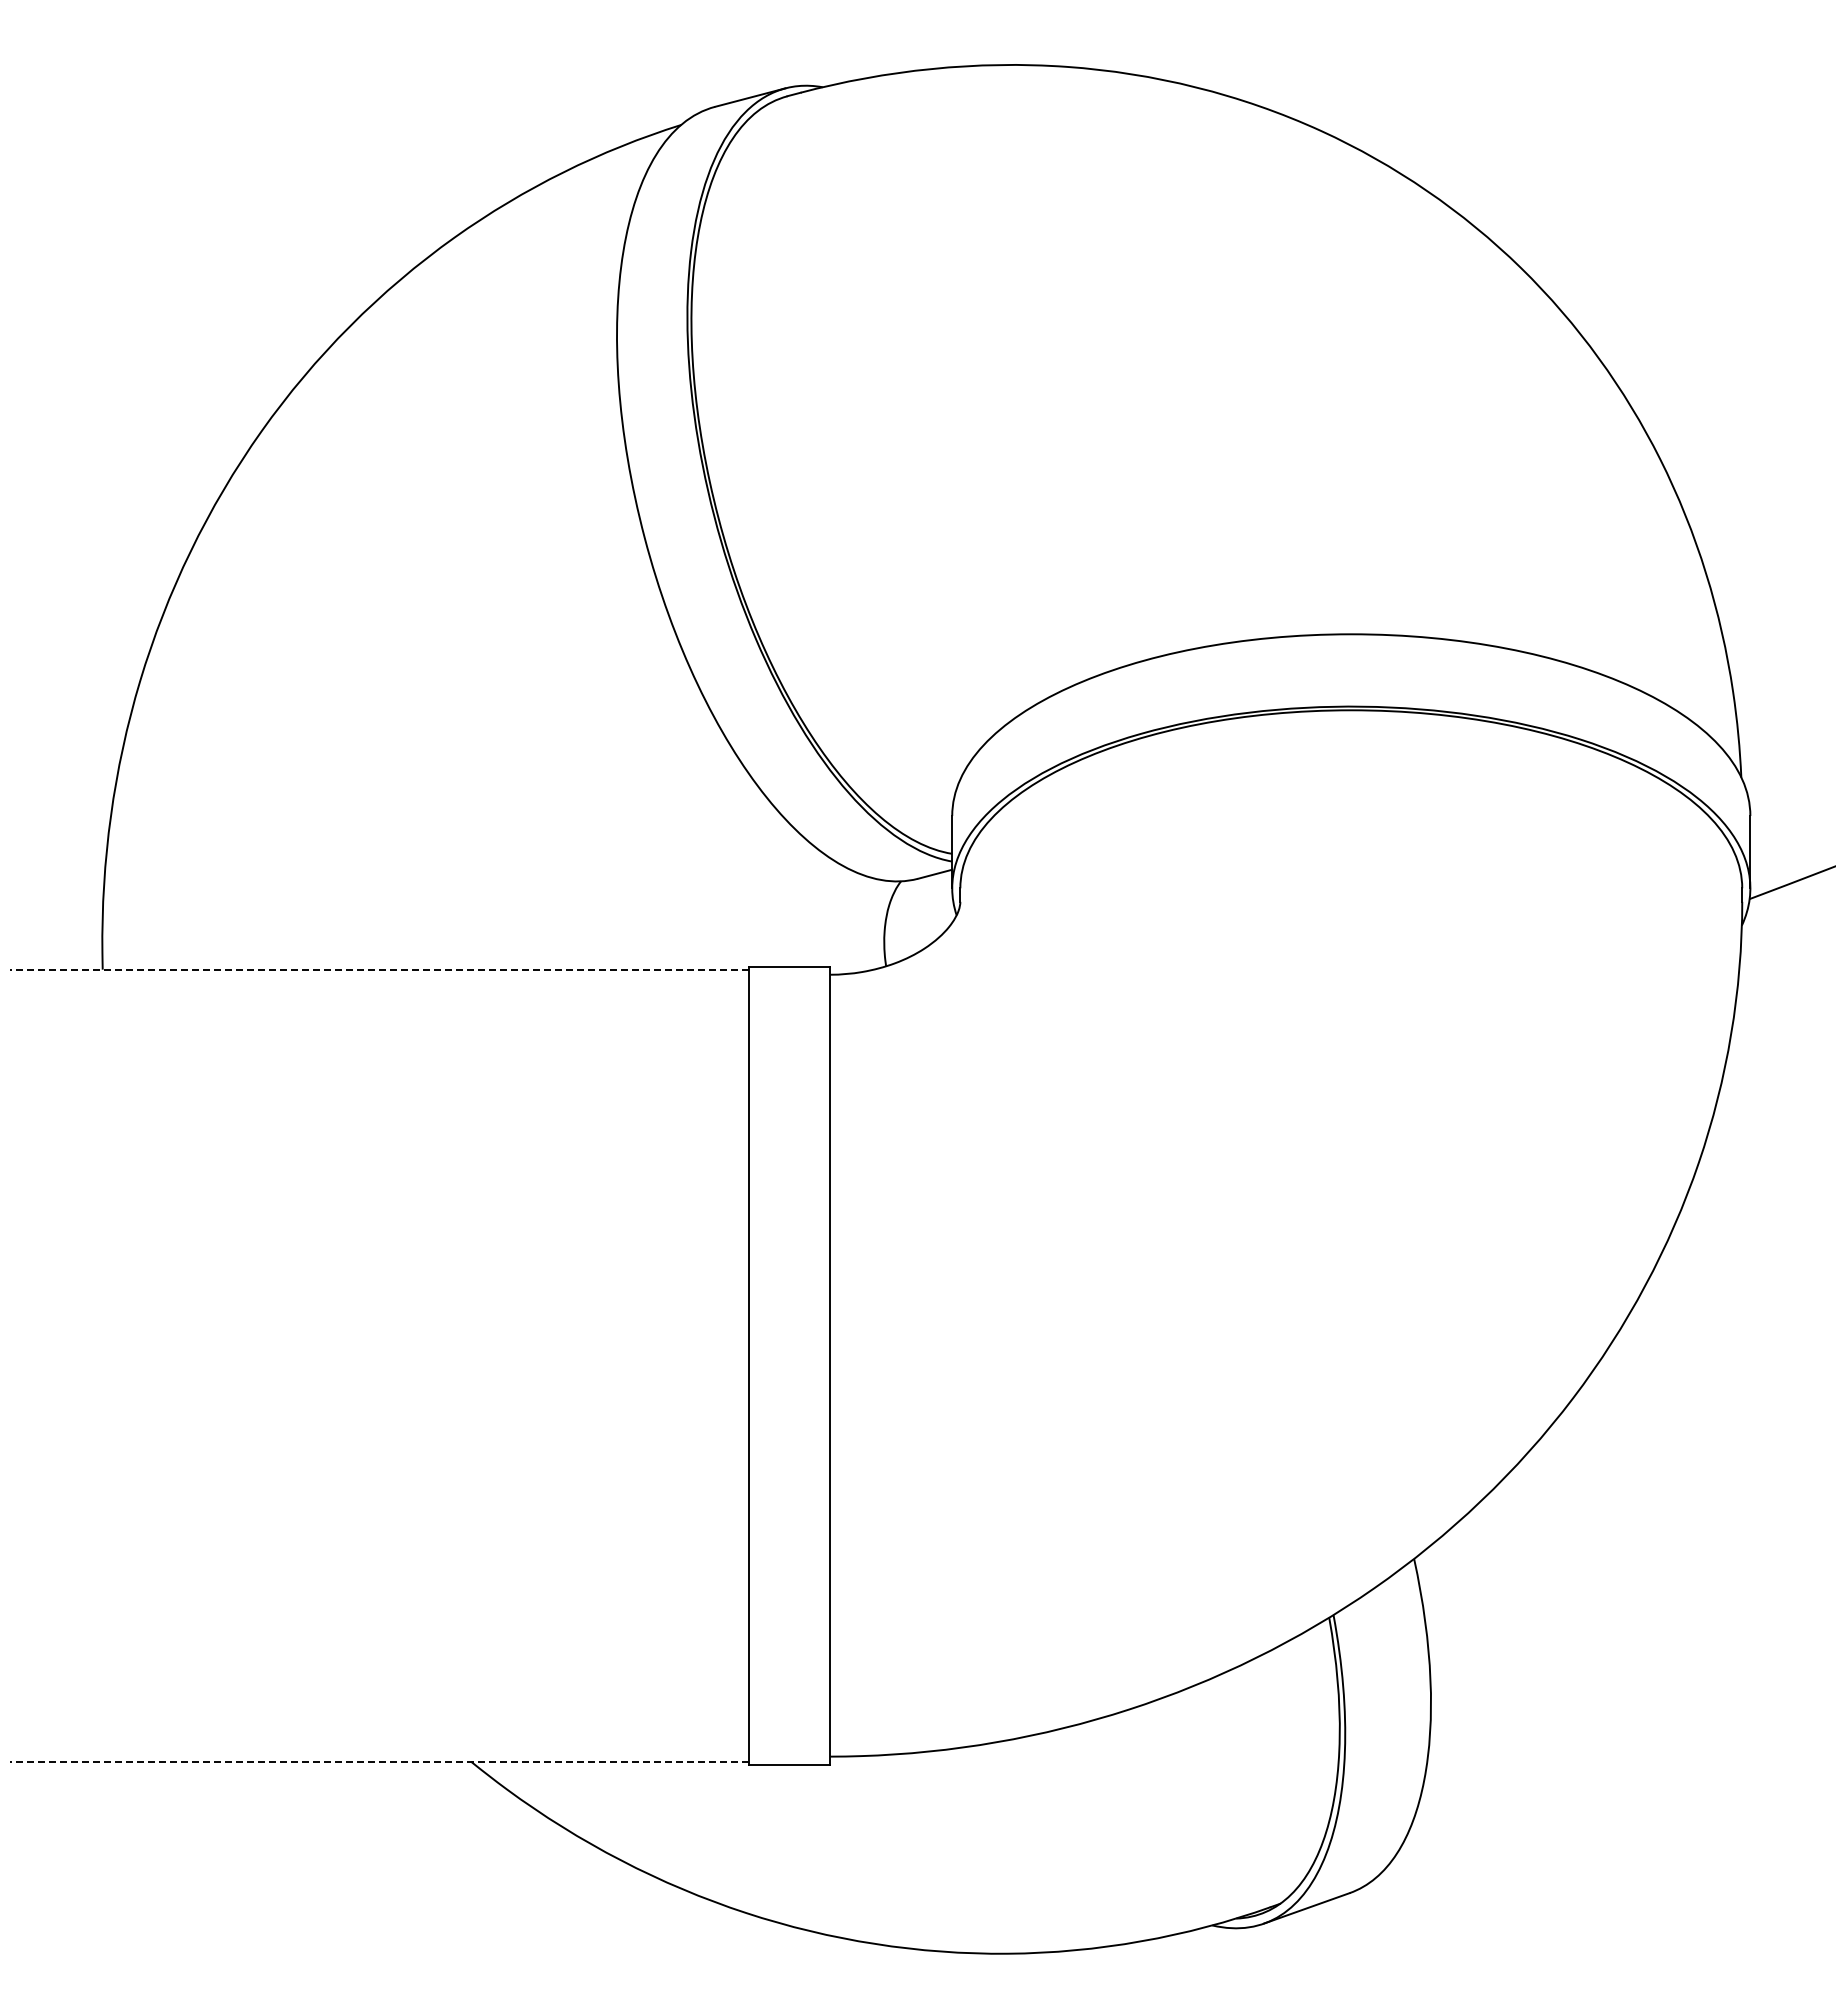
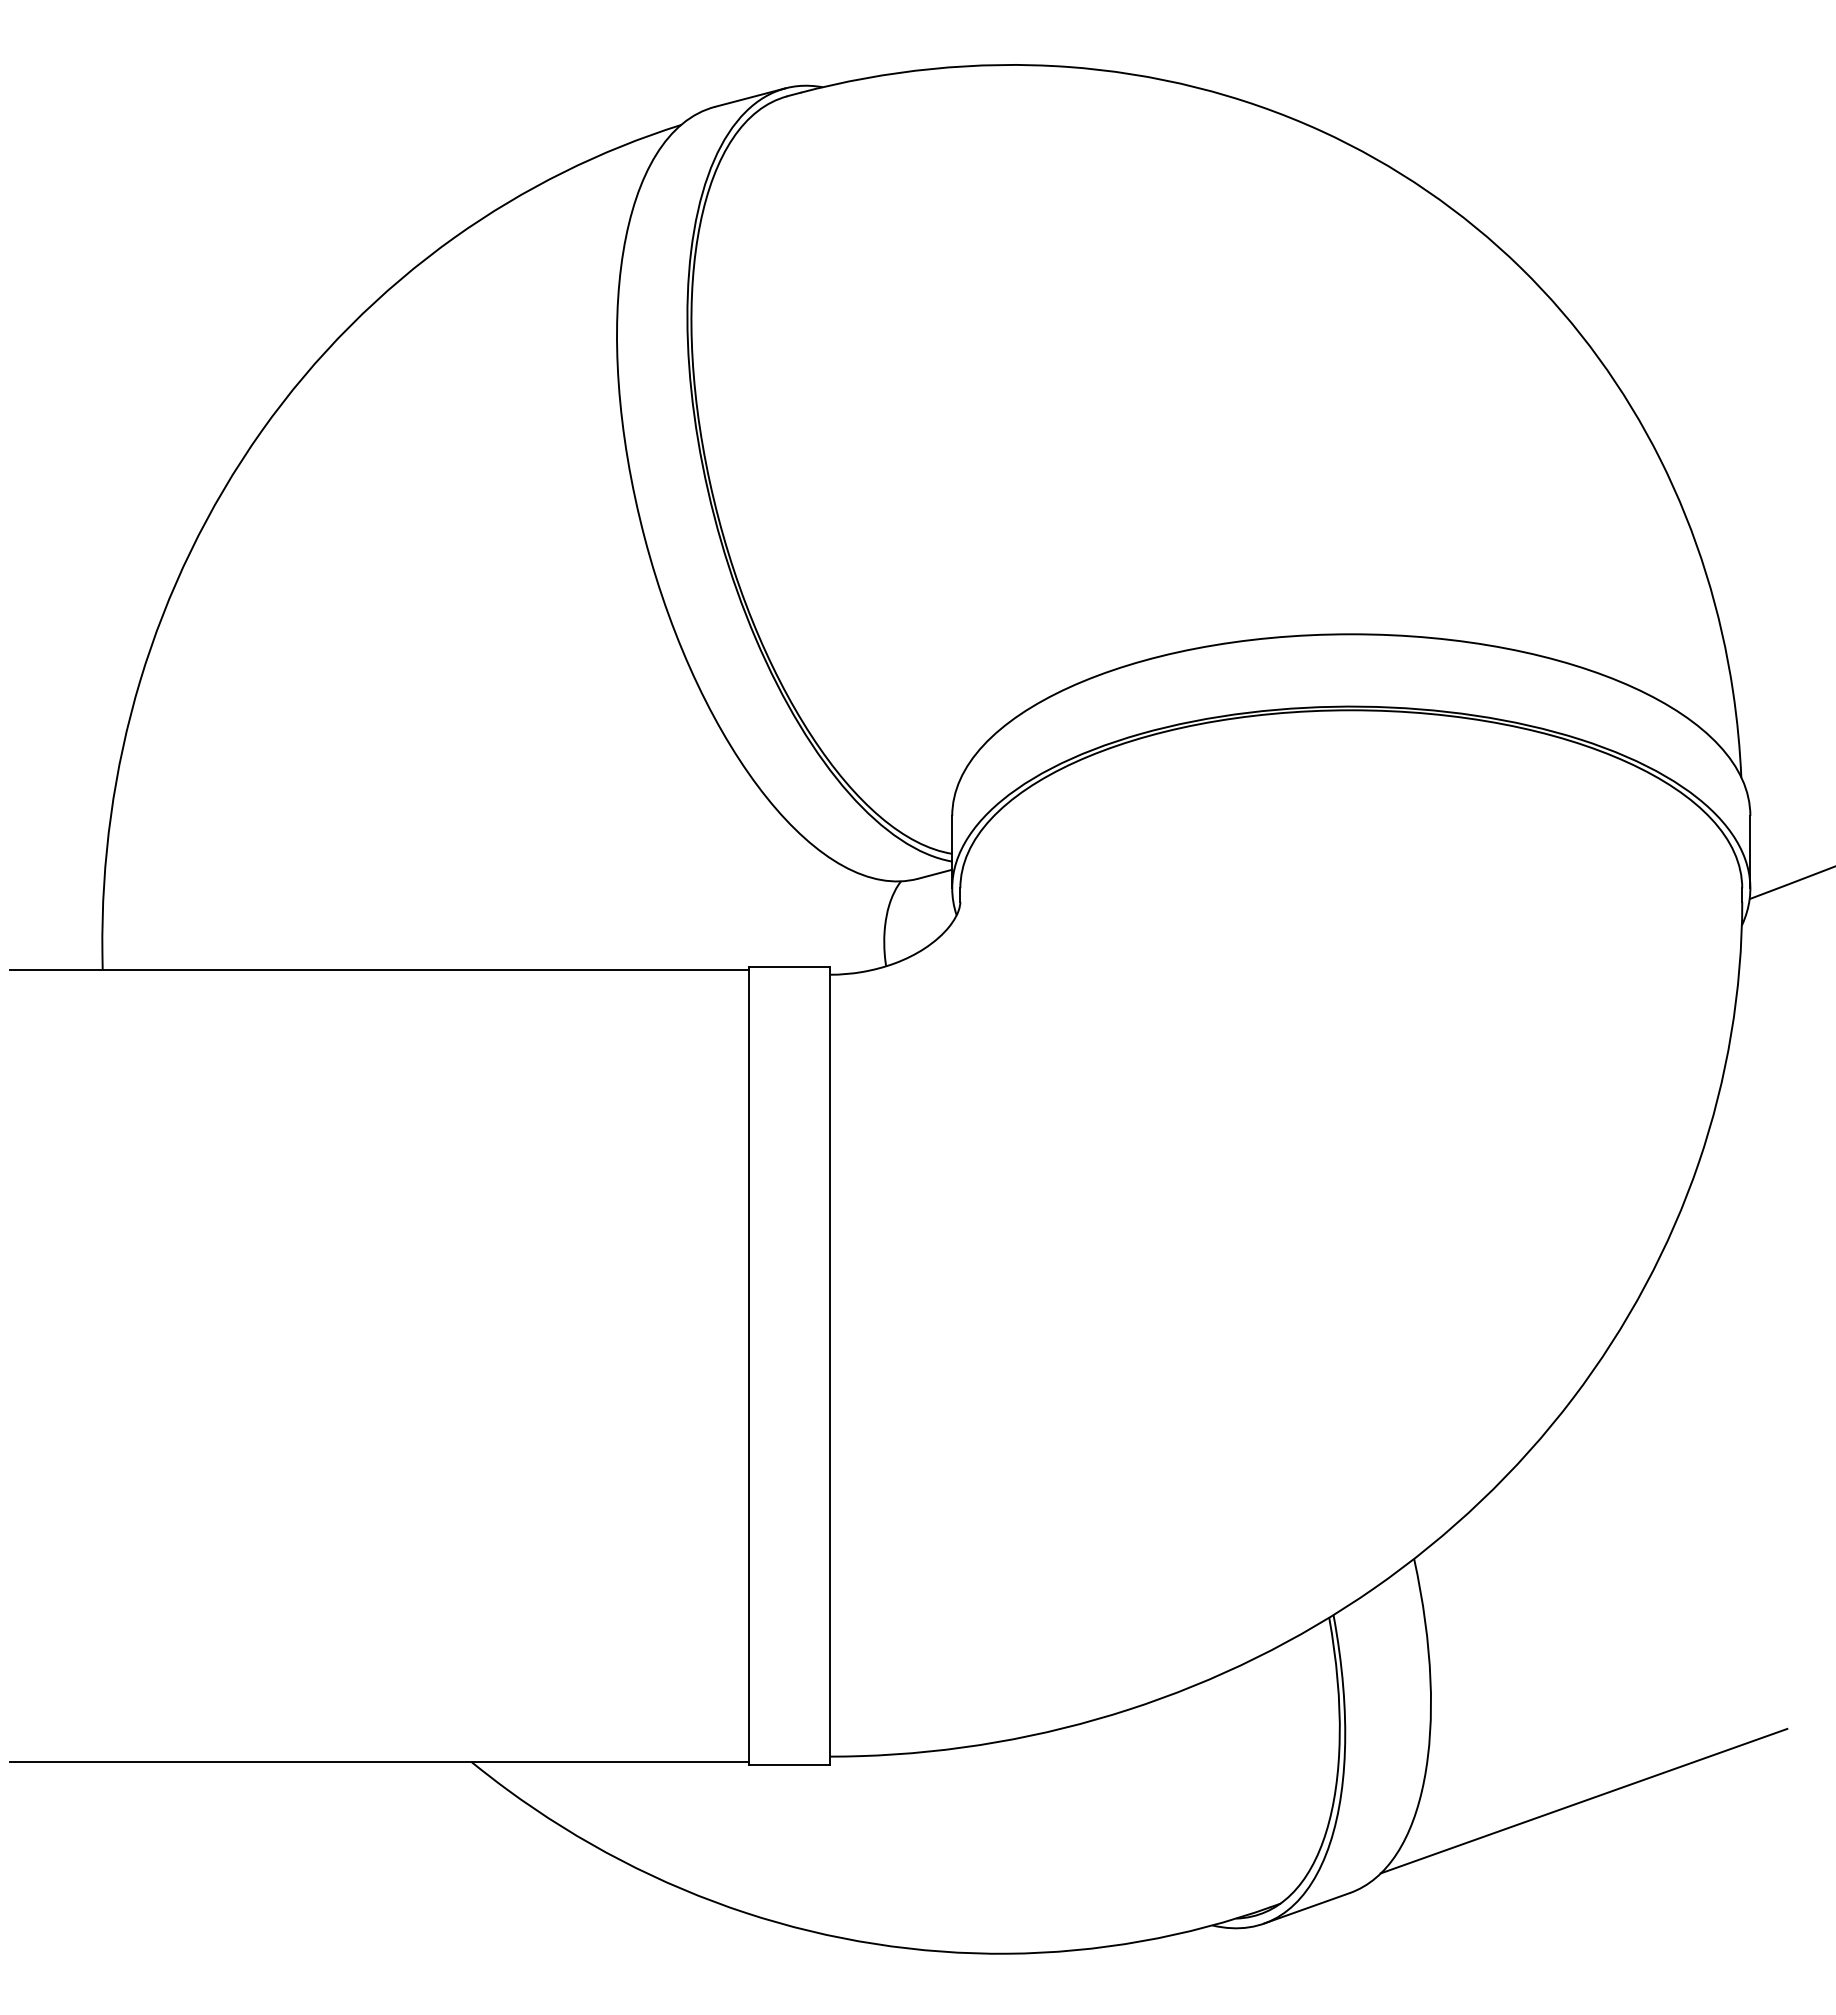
line at (379, 969): dashed -> solid
line at (379, 1761): dashed -> solid
line at (1583, 1800): none -> present
